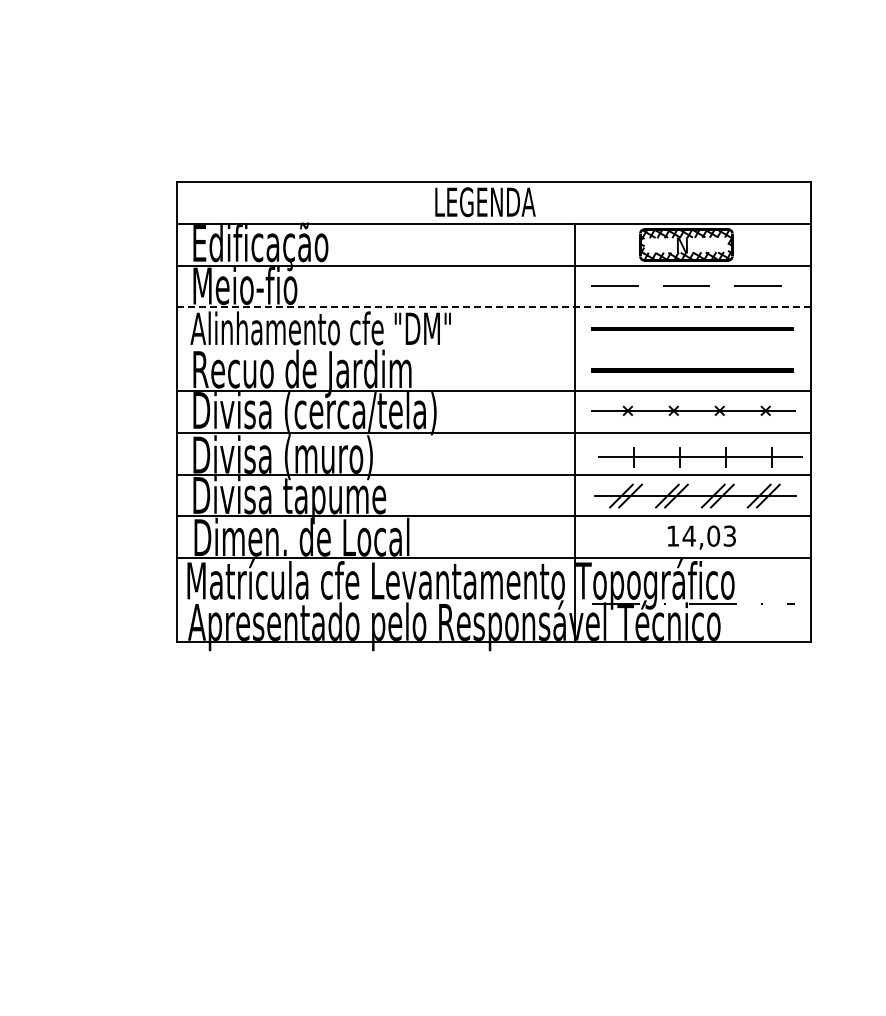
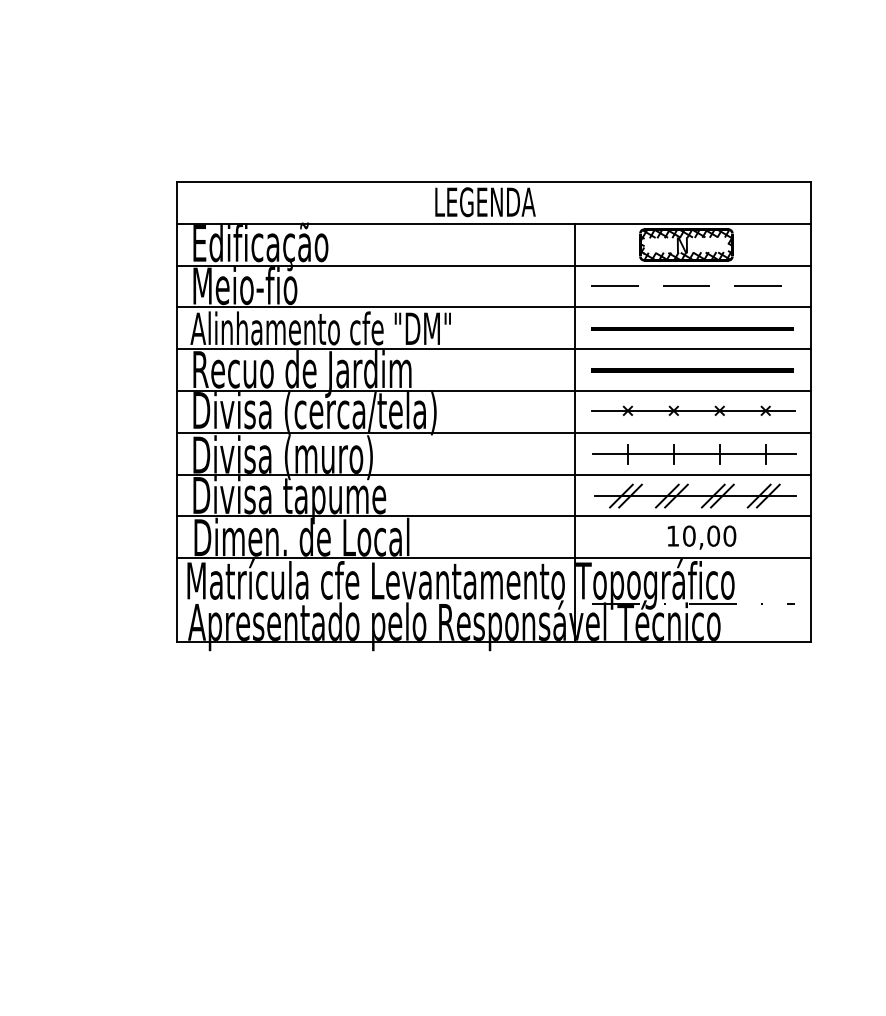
line at (494, 307): dashed -> solid
line at (493, 349): none -> present
part at (700, 457) position: (700, 457) -> (694, 454)
text at (709, 535): 14,03 -> 10,00
